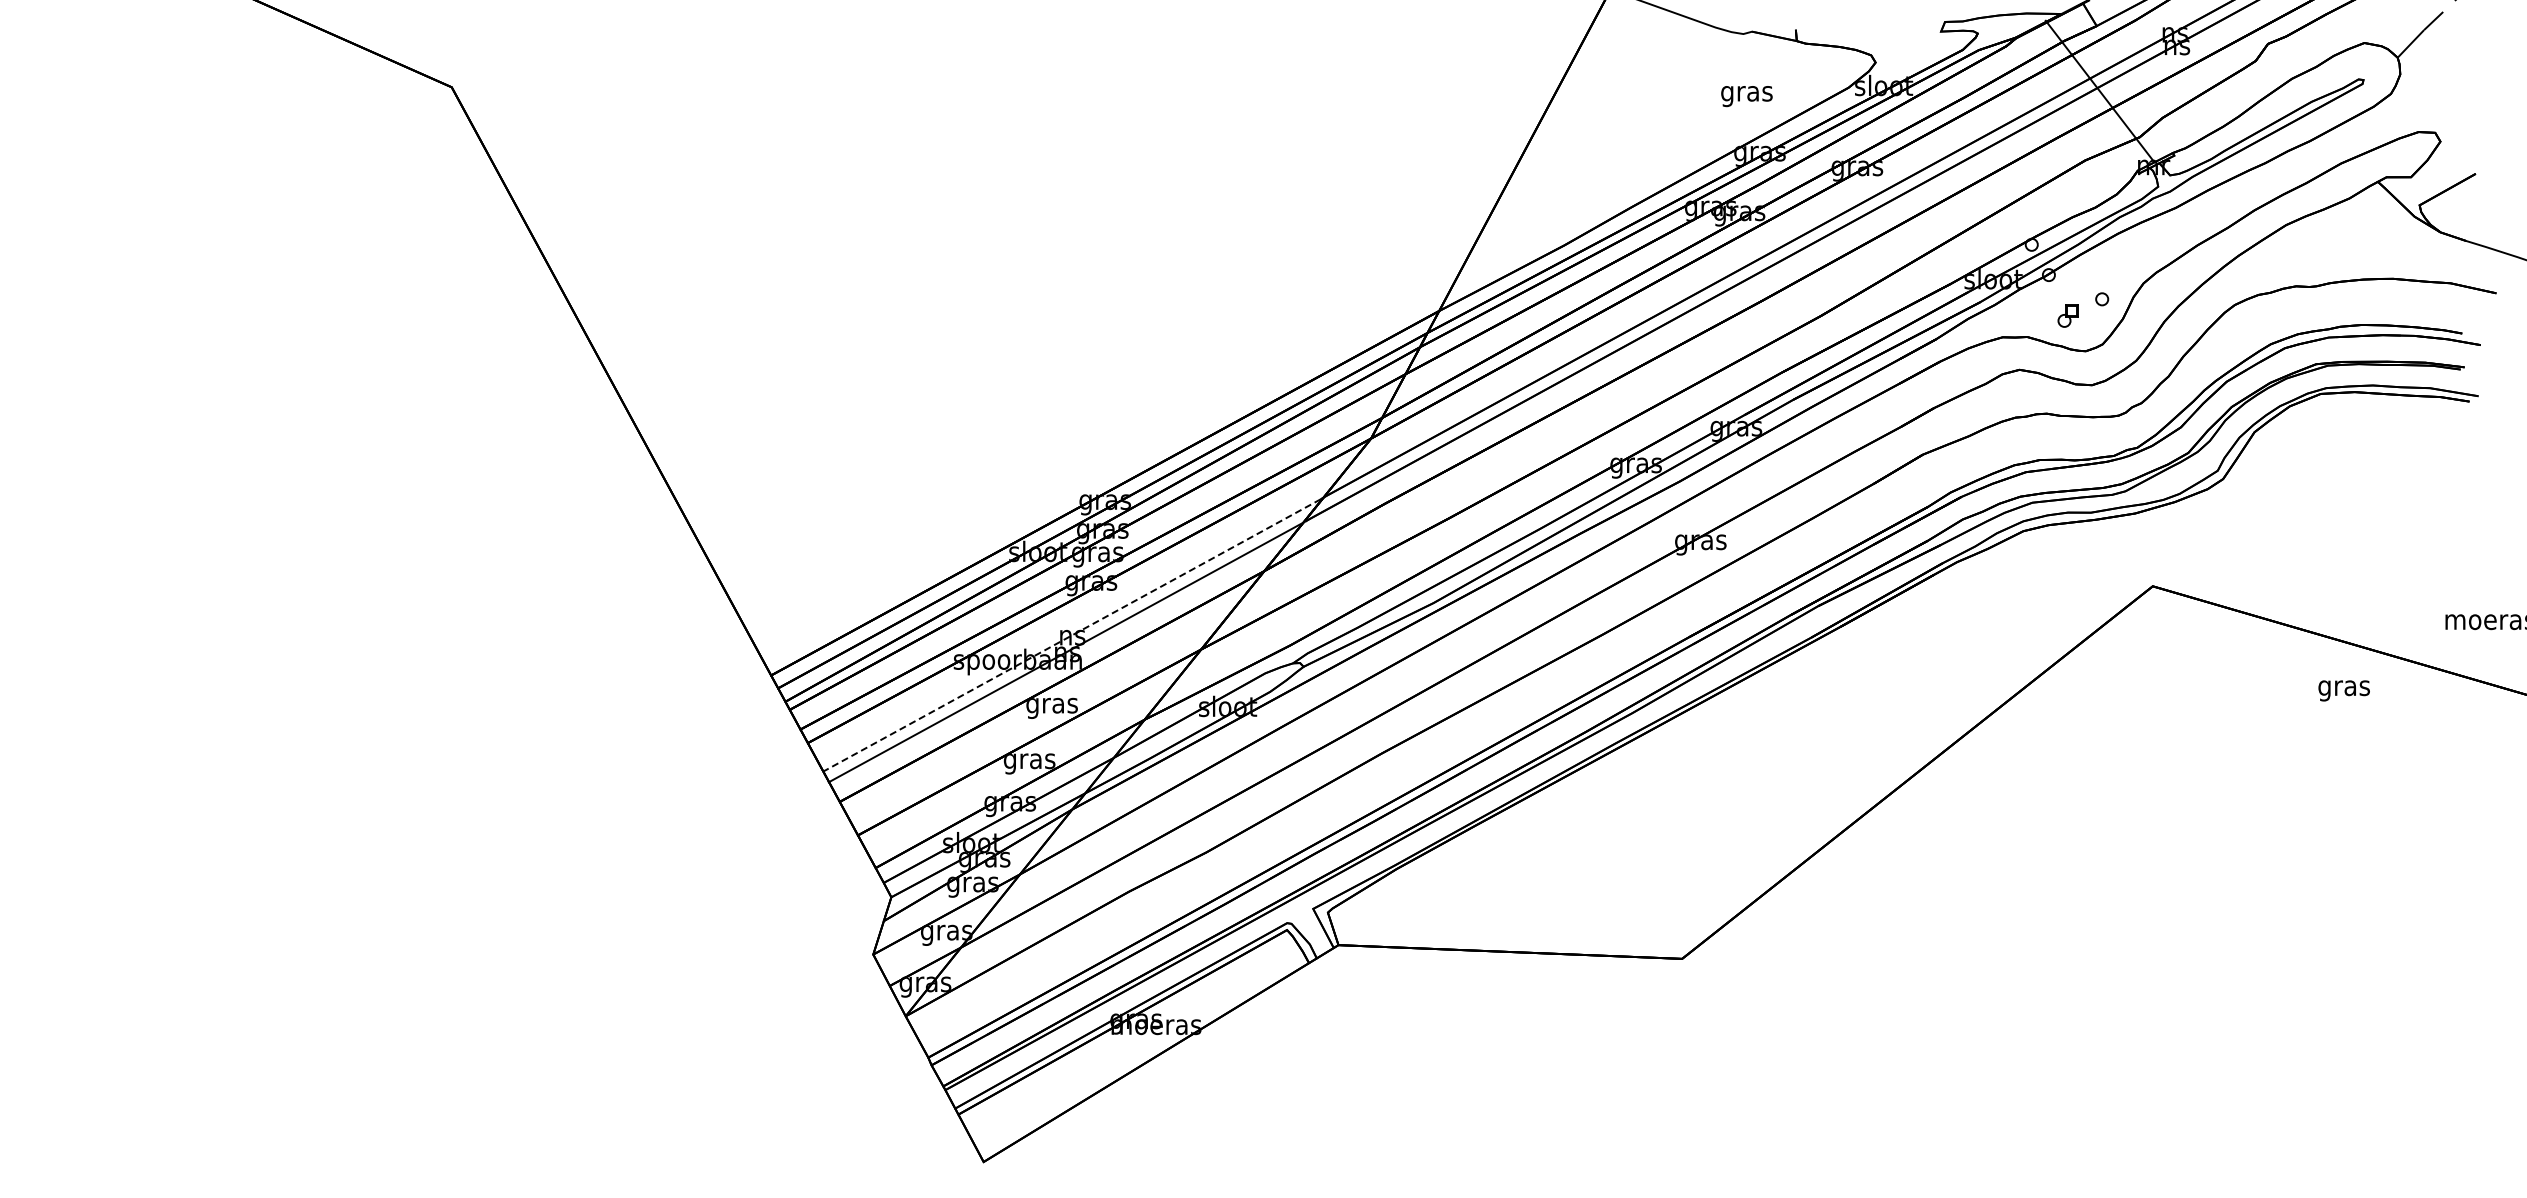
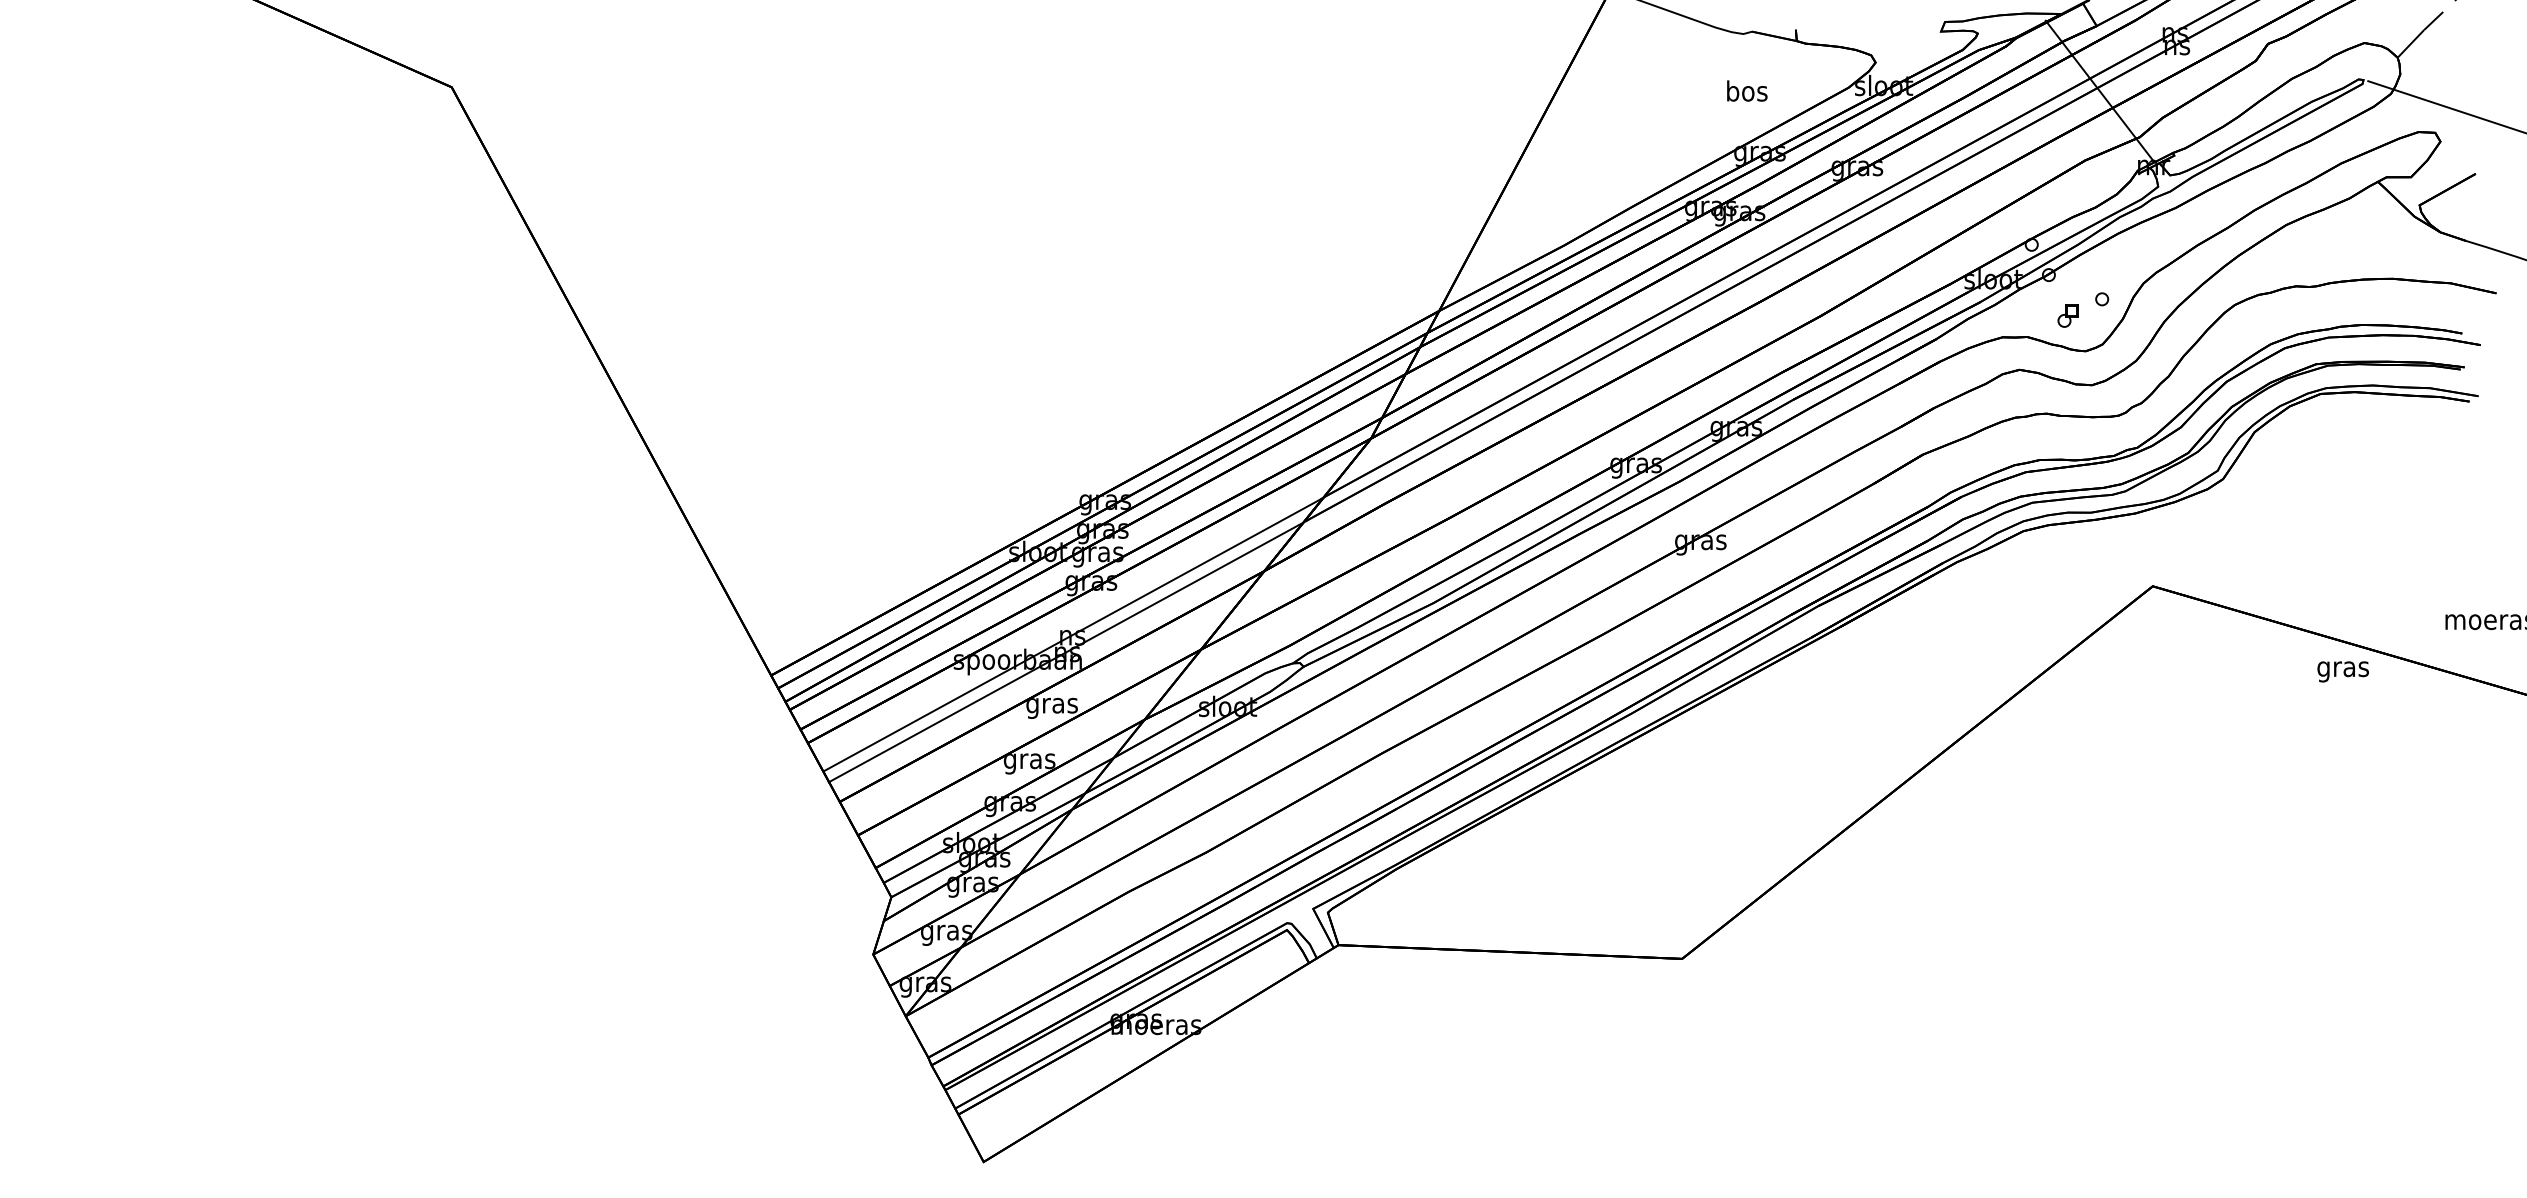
text at (1746, 93): gras -> bos
line at (2445, 106): none -> present
line at (1071, 635): dashed -> solid
text at (2343, 690) position: (2343, 690) -> (2342, 671)
